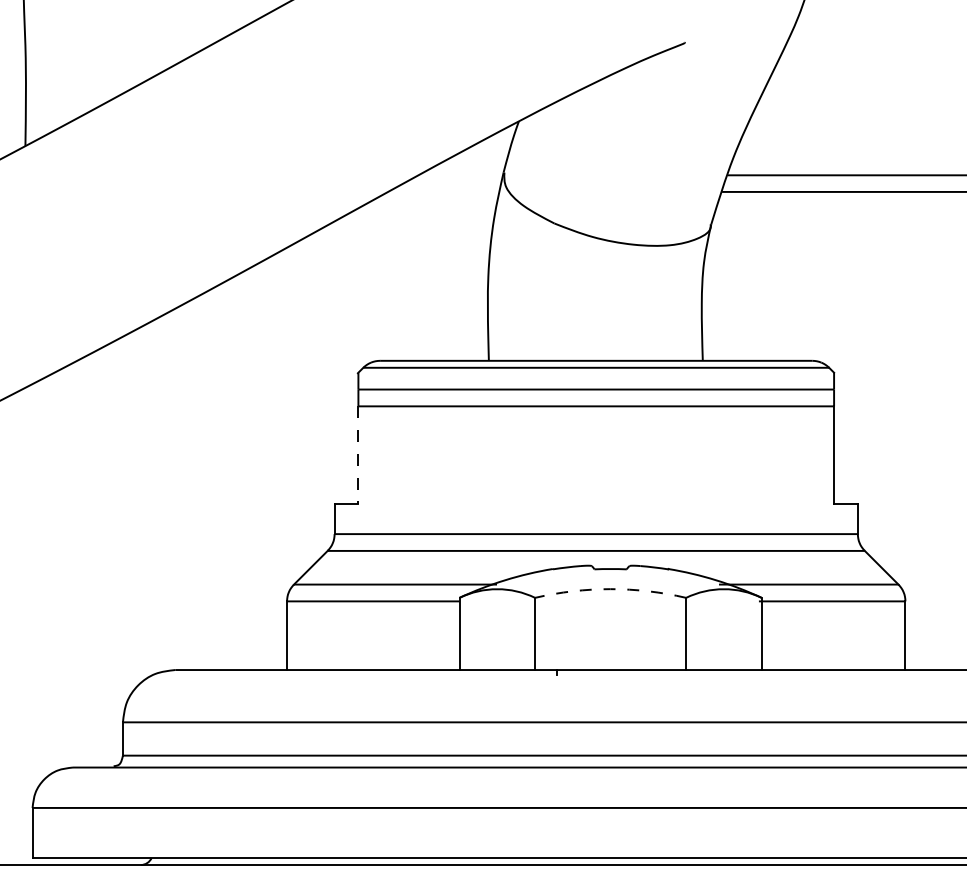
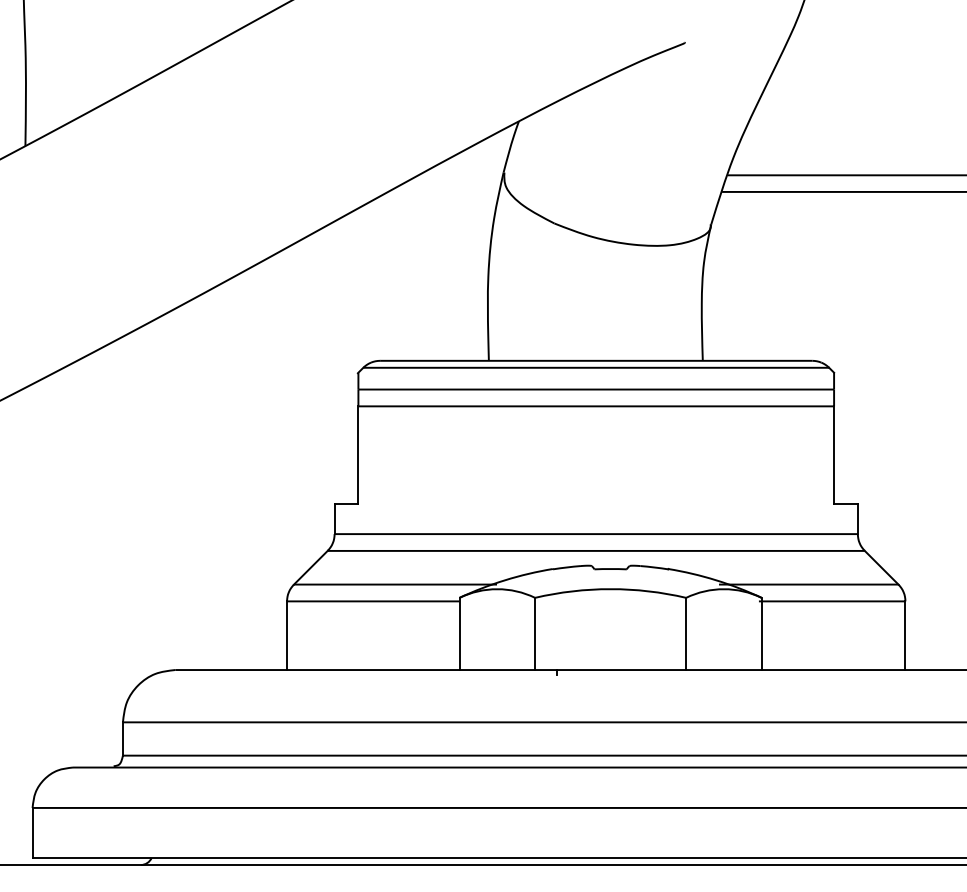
line at (358, 454): dashed -> solid
arc at (610, 589): dashed -> solid
